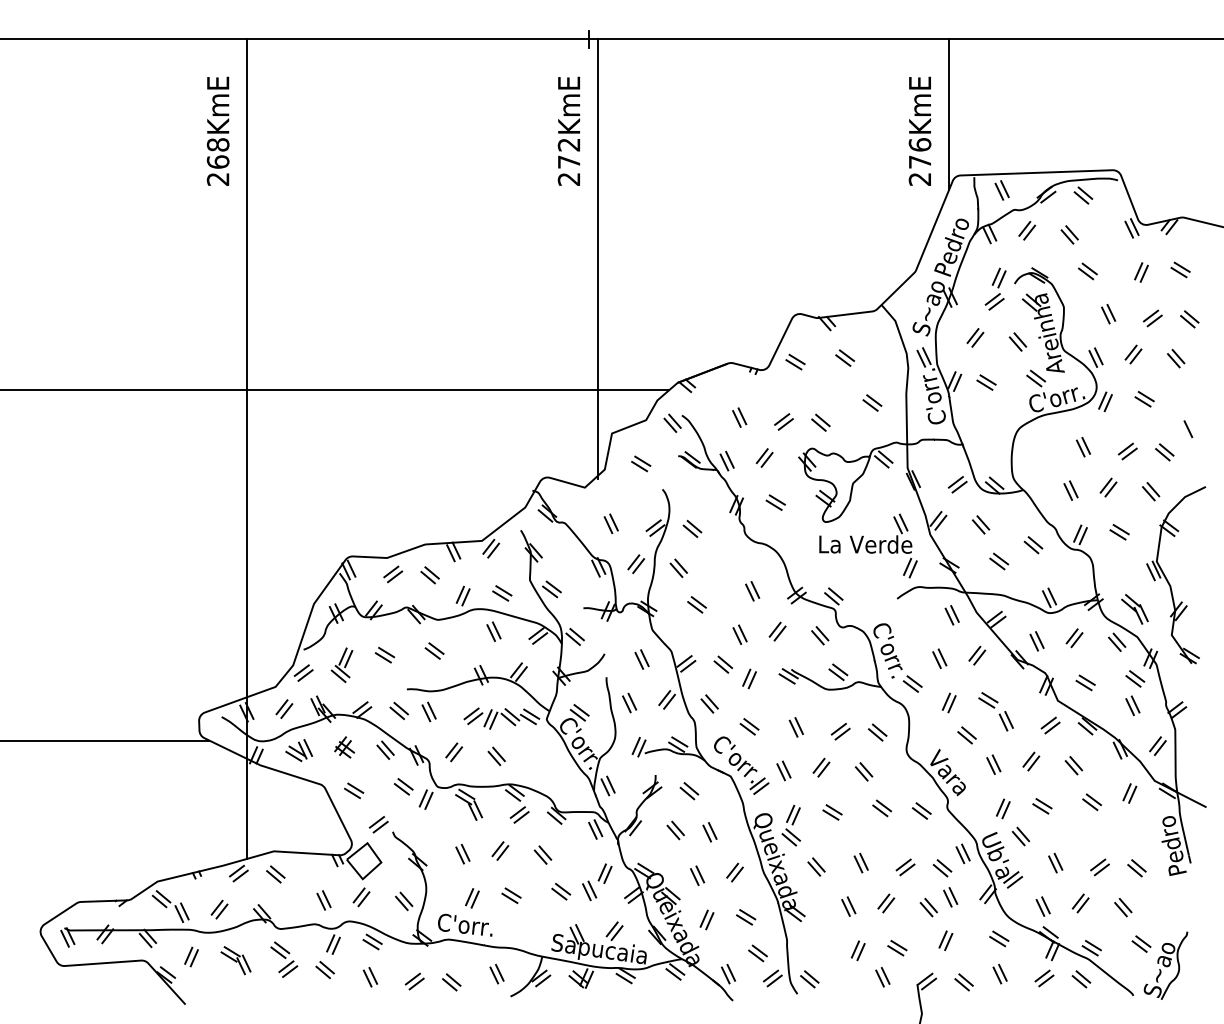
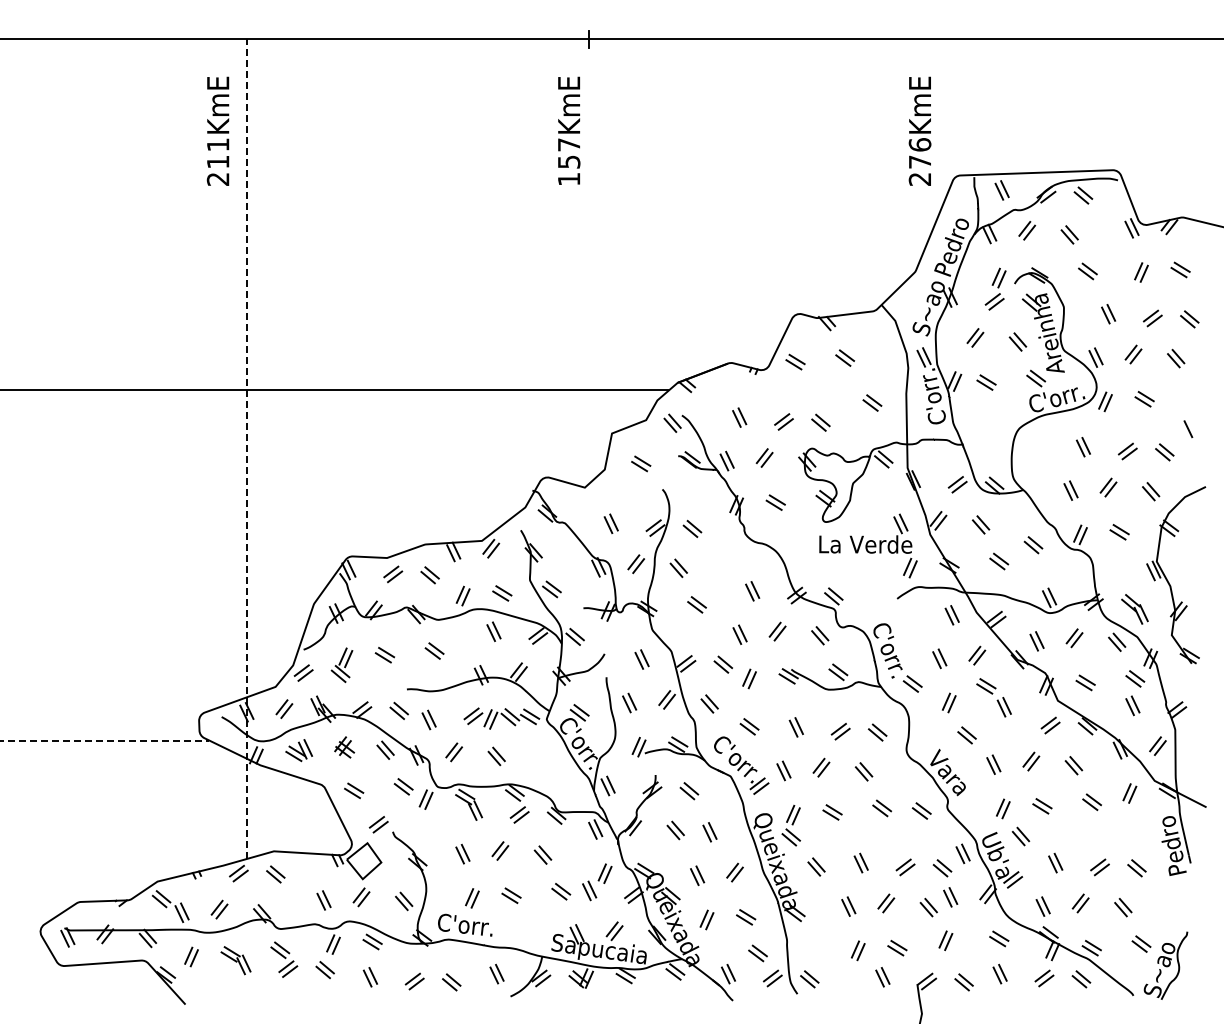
line at (948, 114): present -> none
text at (217, 153): 268KmE -> 211KmE
text at (568, 161): 272KmE -> 157KmE
line at (597, 259): present -> none
line at (247, 449): solid -> dashed
part at (428, 711) position: (428, 711) -> (428, 719)
part at (995, 711) position: (995, 711) -> (993, 697)
line at (104, 741): solid -> dashed
